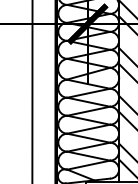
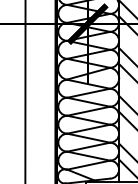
line at (32, 91) position: (32, 91) -> (25, 91)
